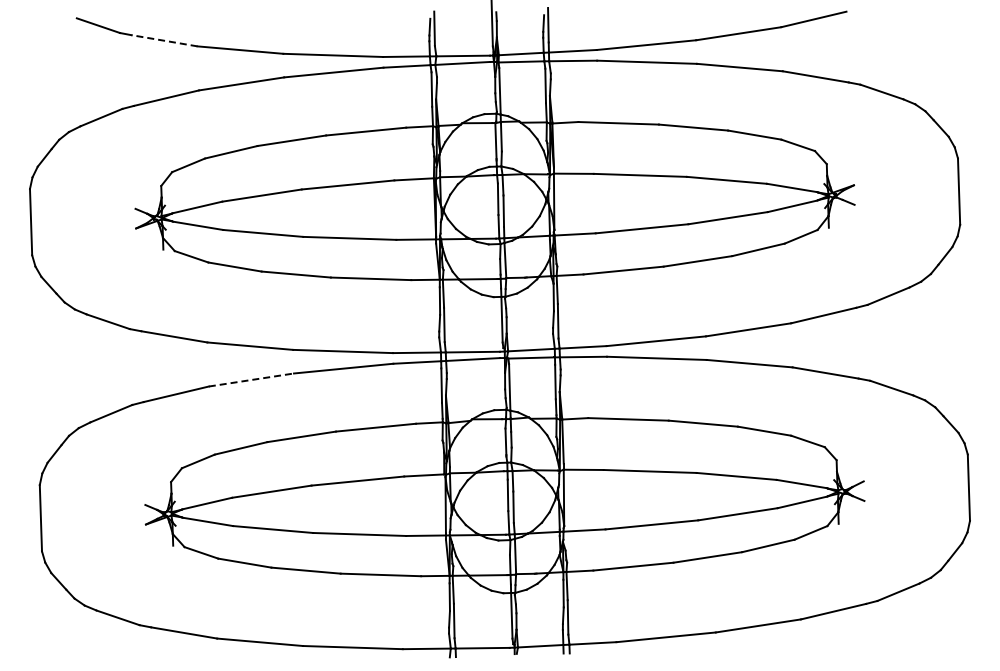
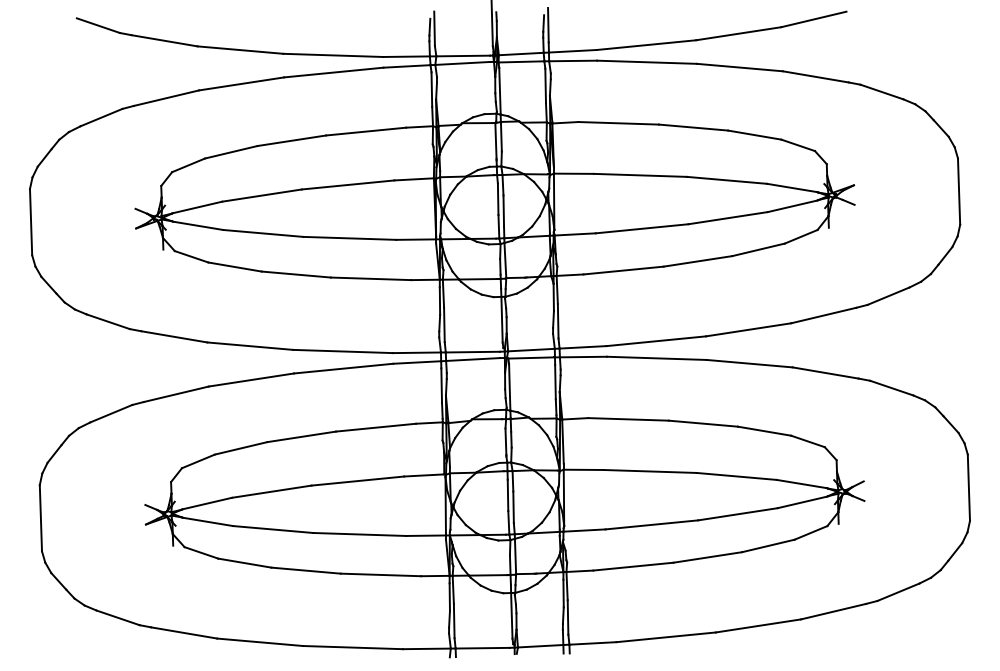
line at (164, 40): dashed -> solid
line at (251, 379): dashed -> solid
